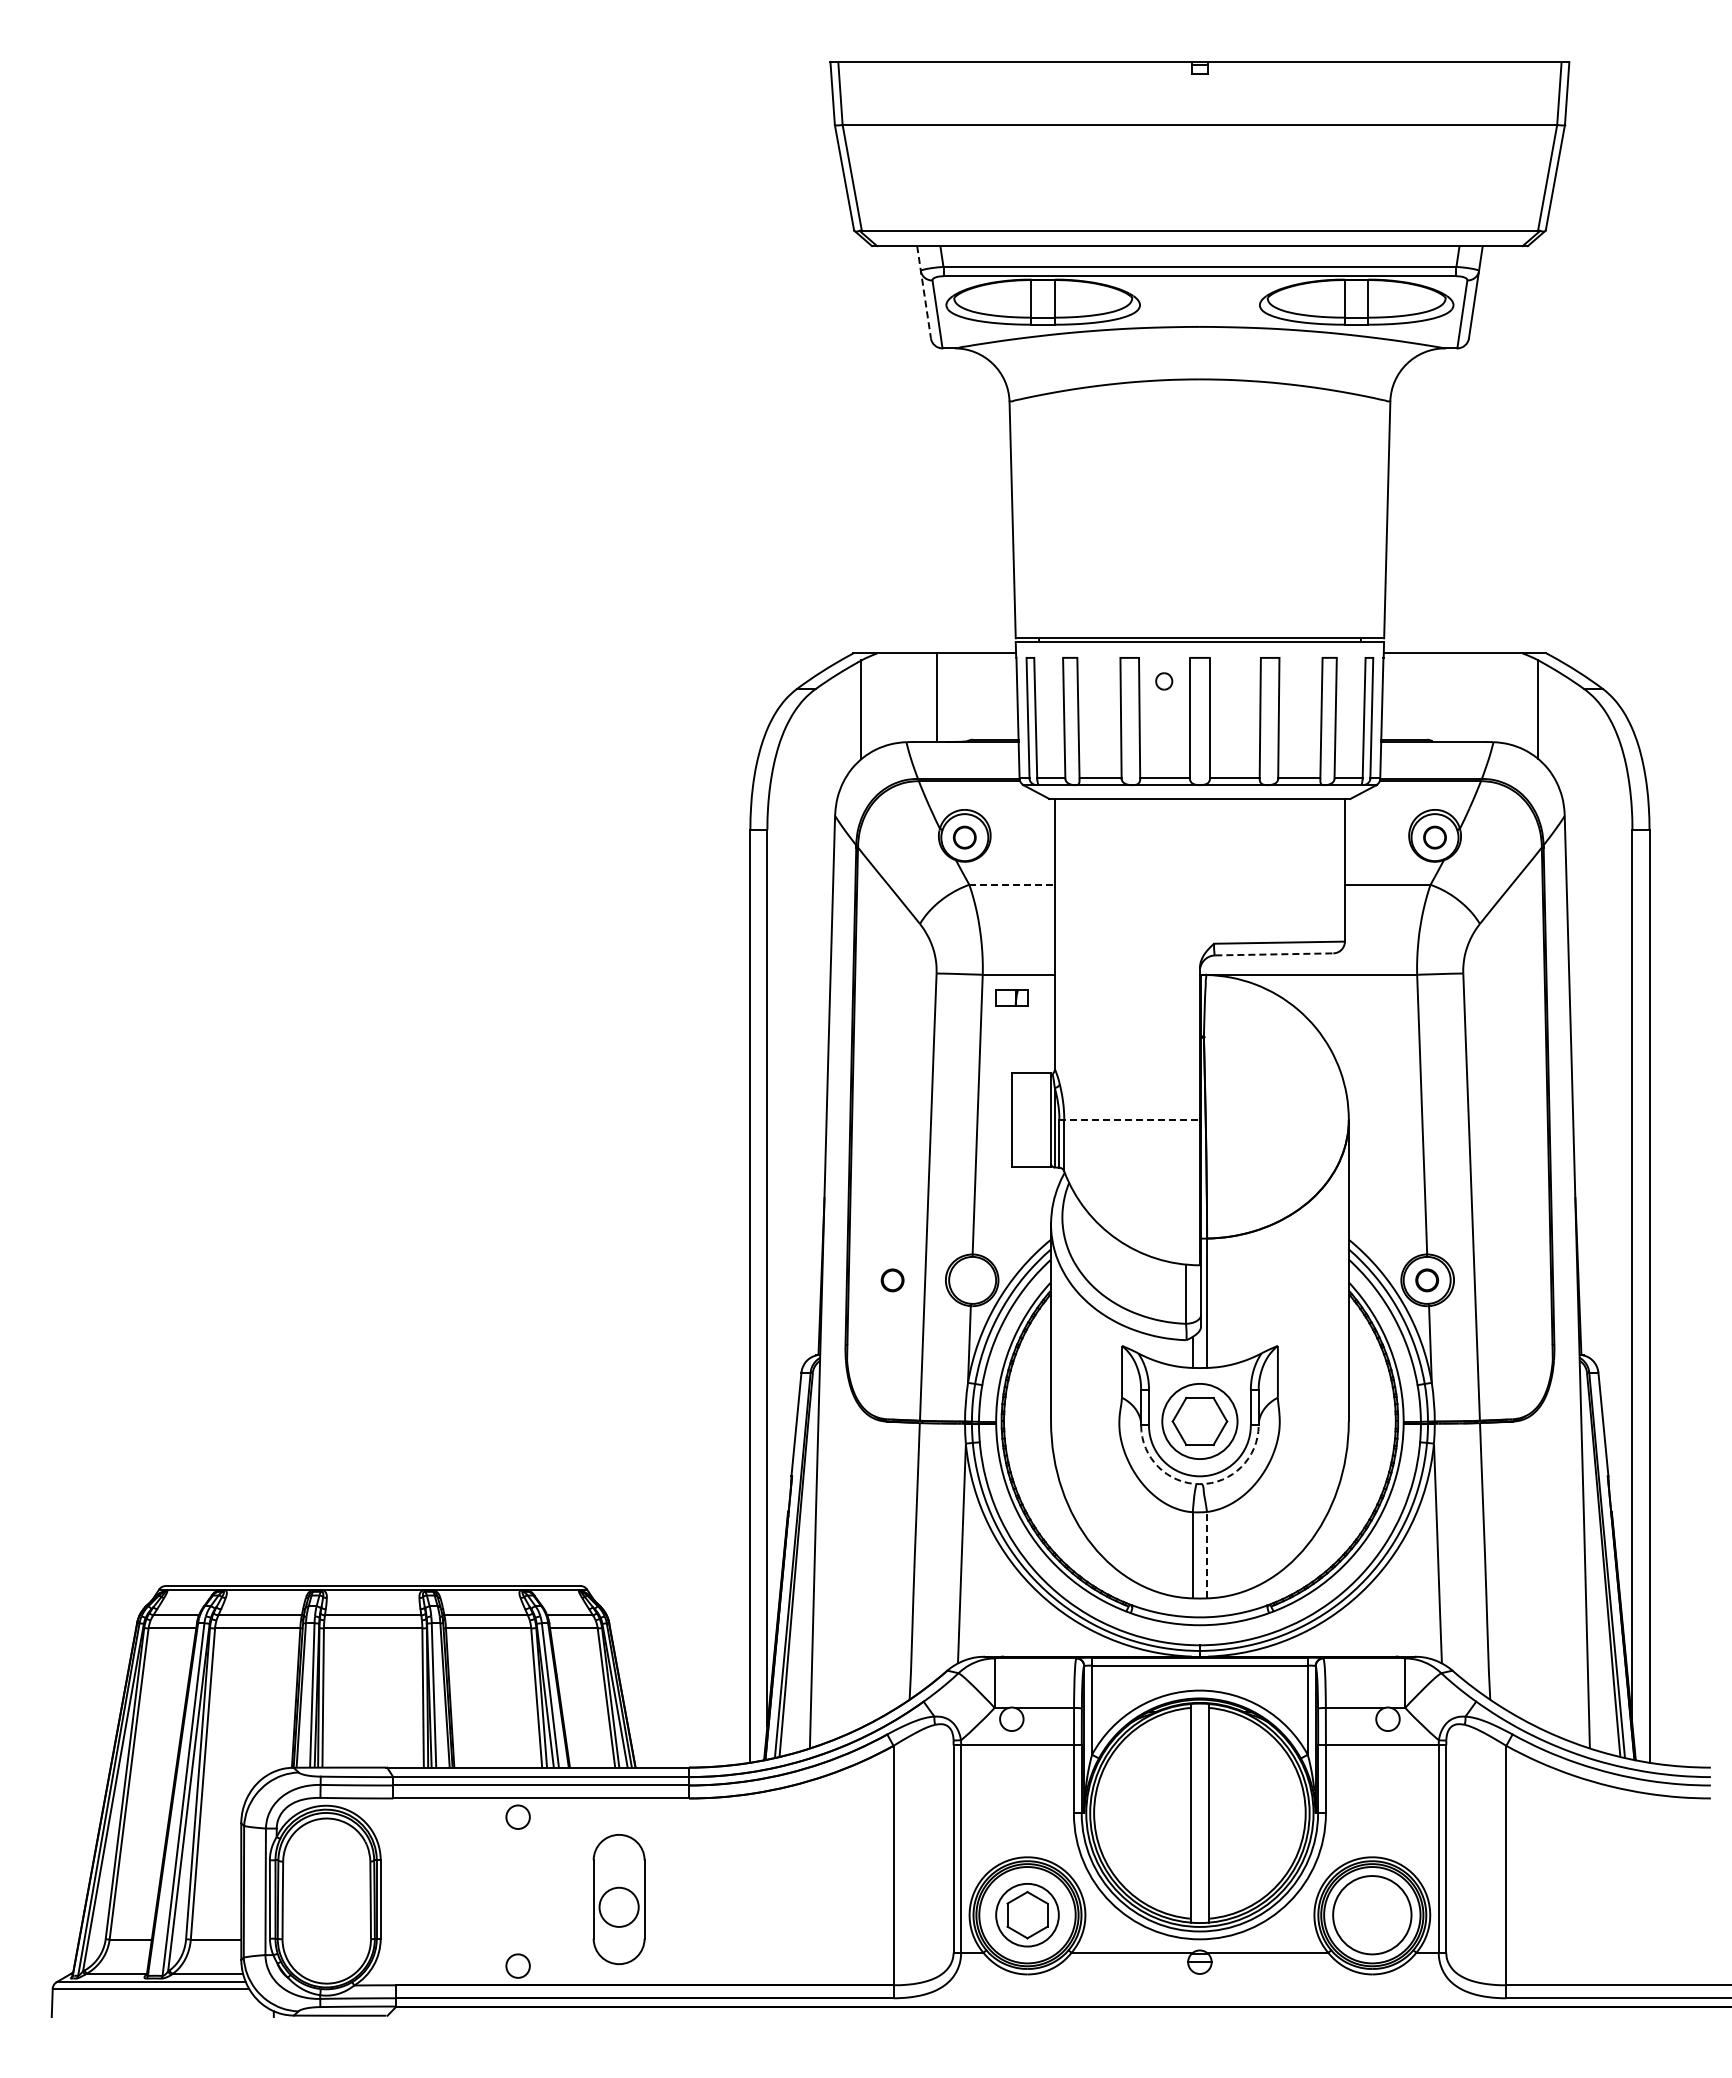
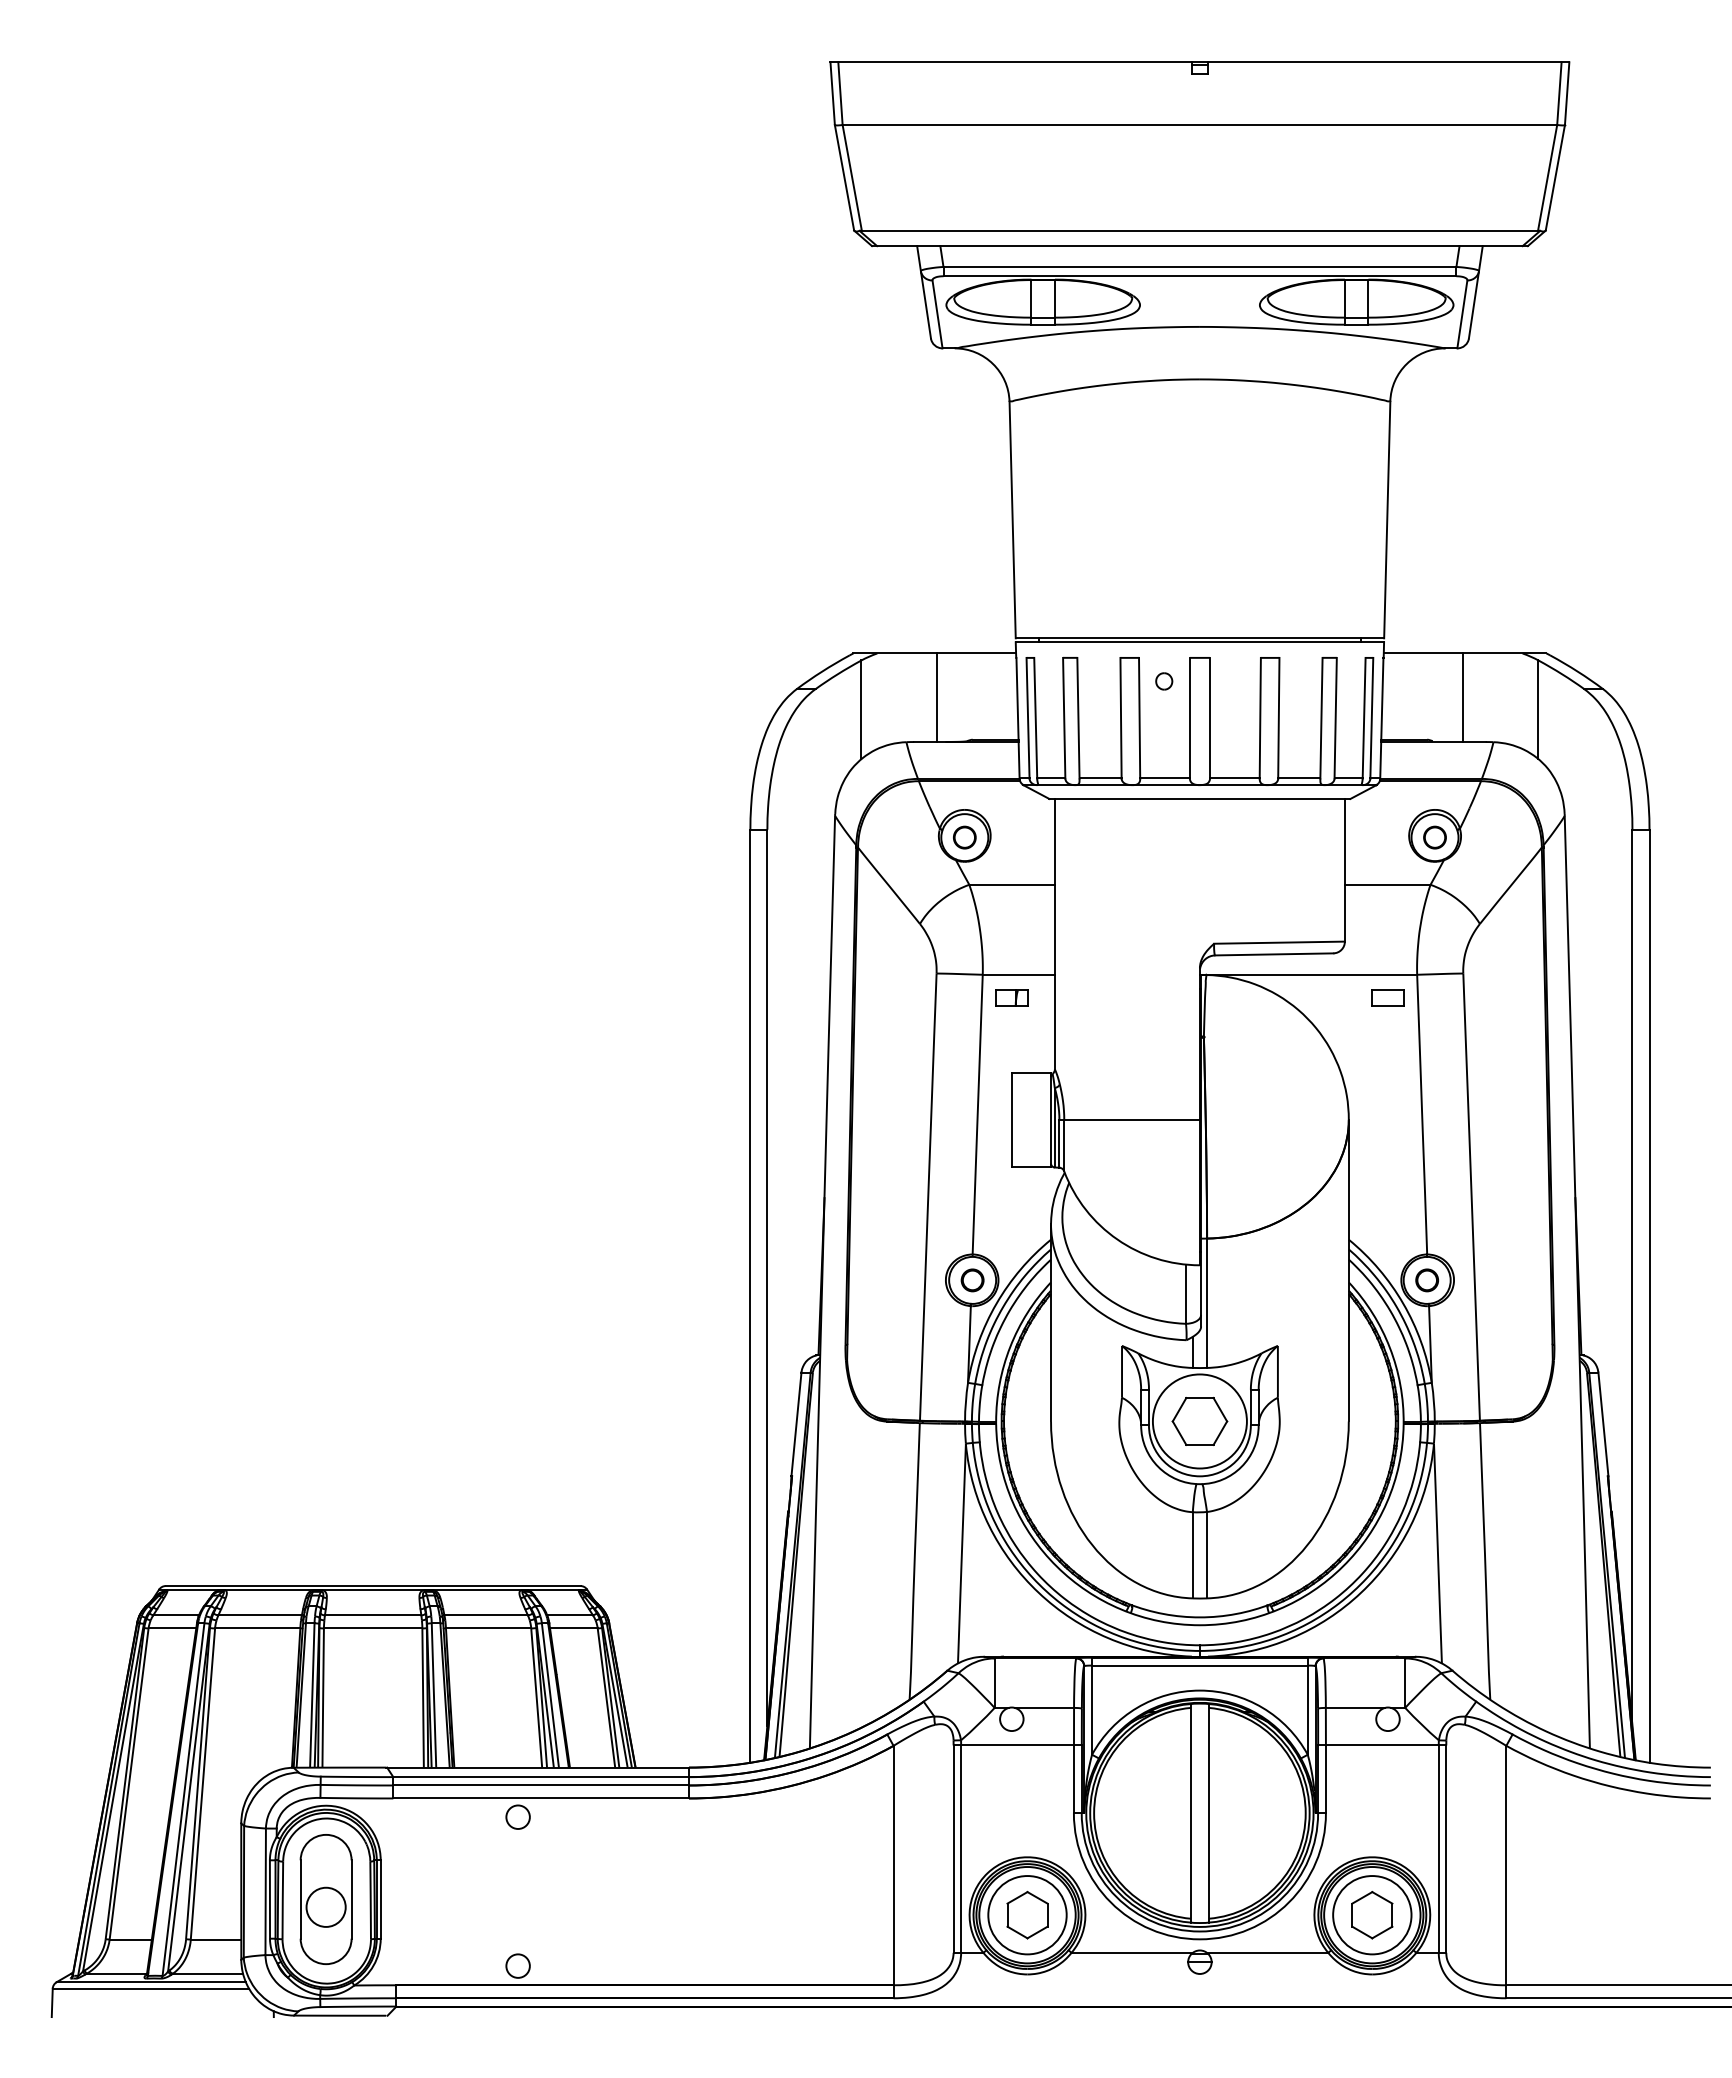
line at (924, 292): dashed -> solid
line at (1462, 697): none -> present
line at (1012, 884): dashed -> solid
line at (1274, 954): dashed -> solid
part at (1387, 997): none -> present
line at (1130, 1120): dashed -> solid
part at (892, 1280) position: (892, 1280) -> (972, 1280)
circle at (1199, 1421) diameter: 75 px -> 94 px
arc at (1199, 1484): dashed -> solid
line at (1207, 1554): dashed -> solid
part at (618, 1899) position: (618, 1899) -> (325, 1899)
circle at (1027, 1914) diameter: 63 px -> 78 px
part at (1372, 1915): none -> present
